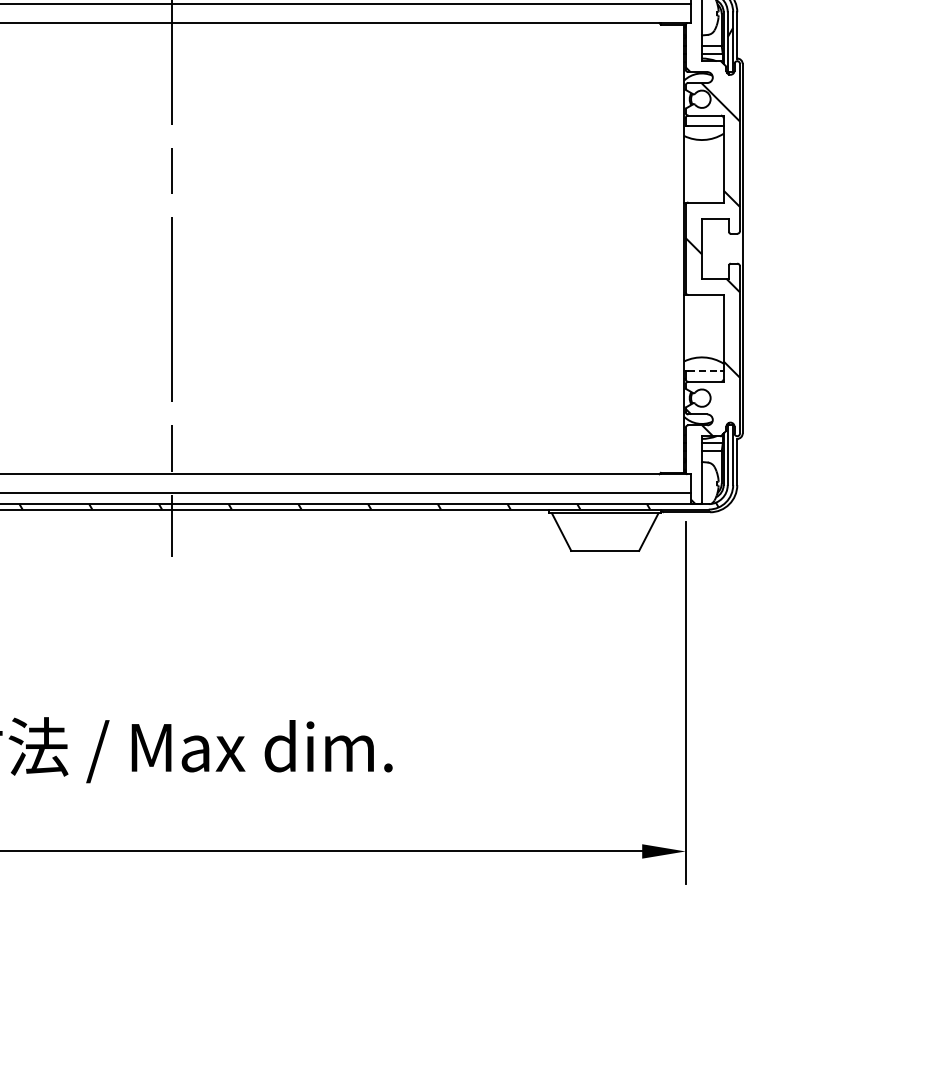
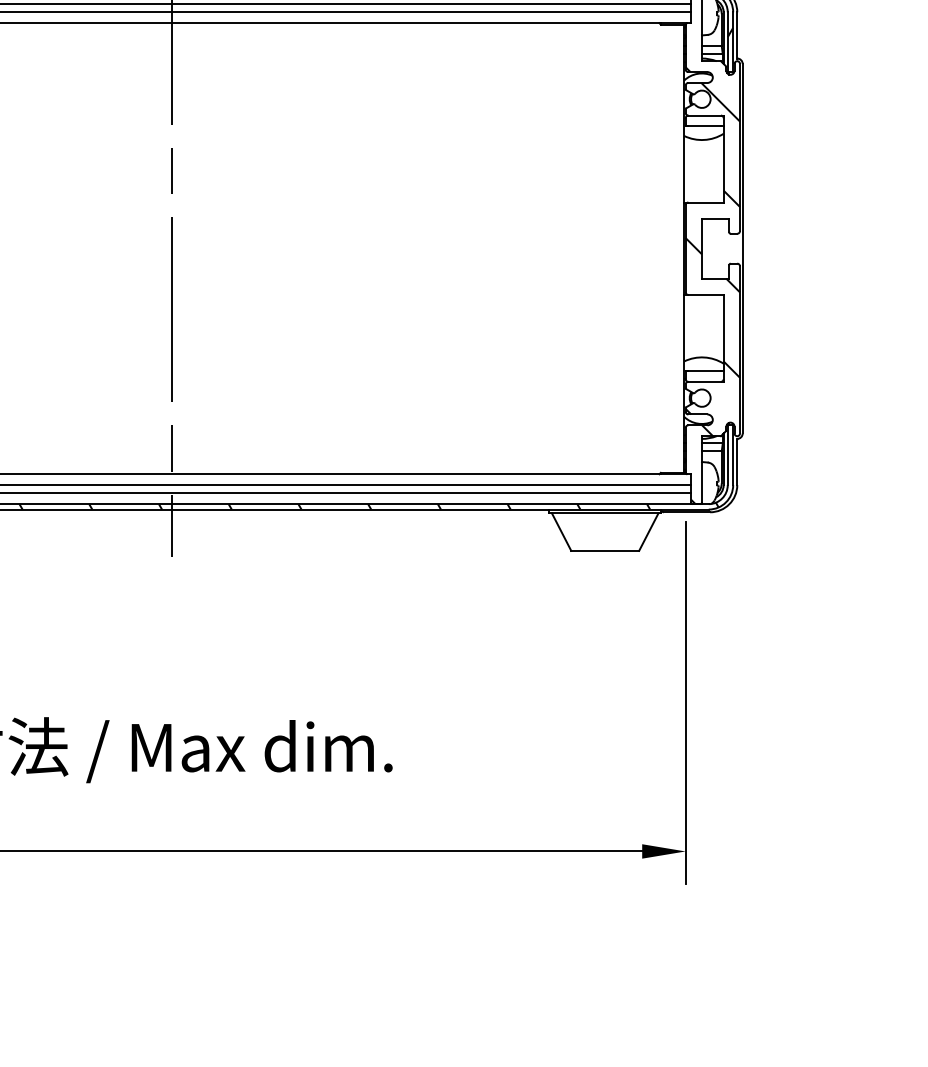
line at (346, 12): none -> present
line at (705, 371): dashed -> solid
line at (346, 485): none -> present
